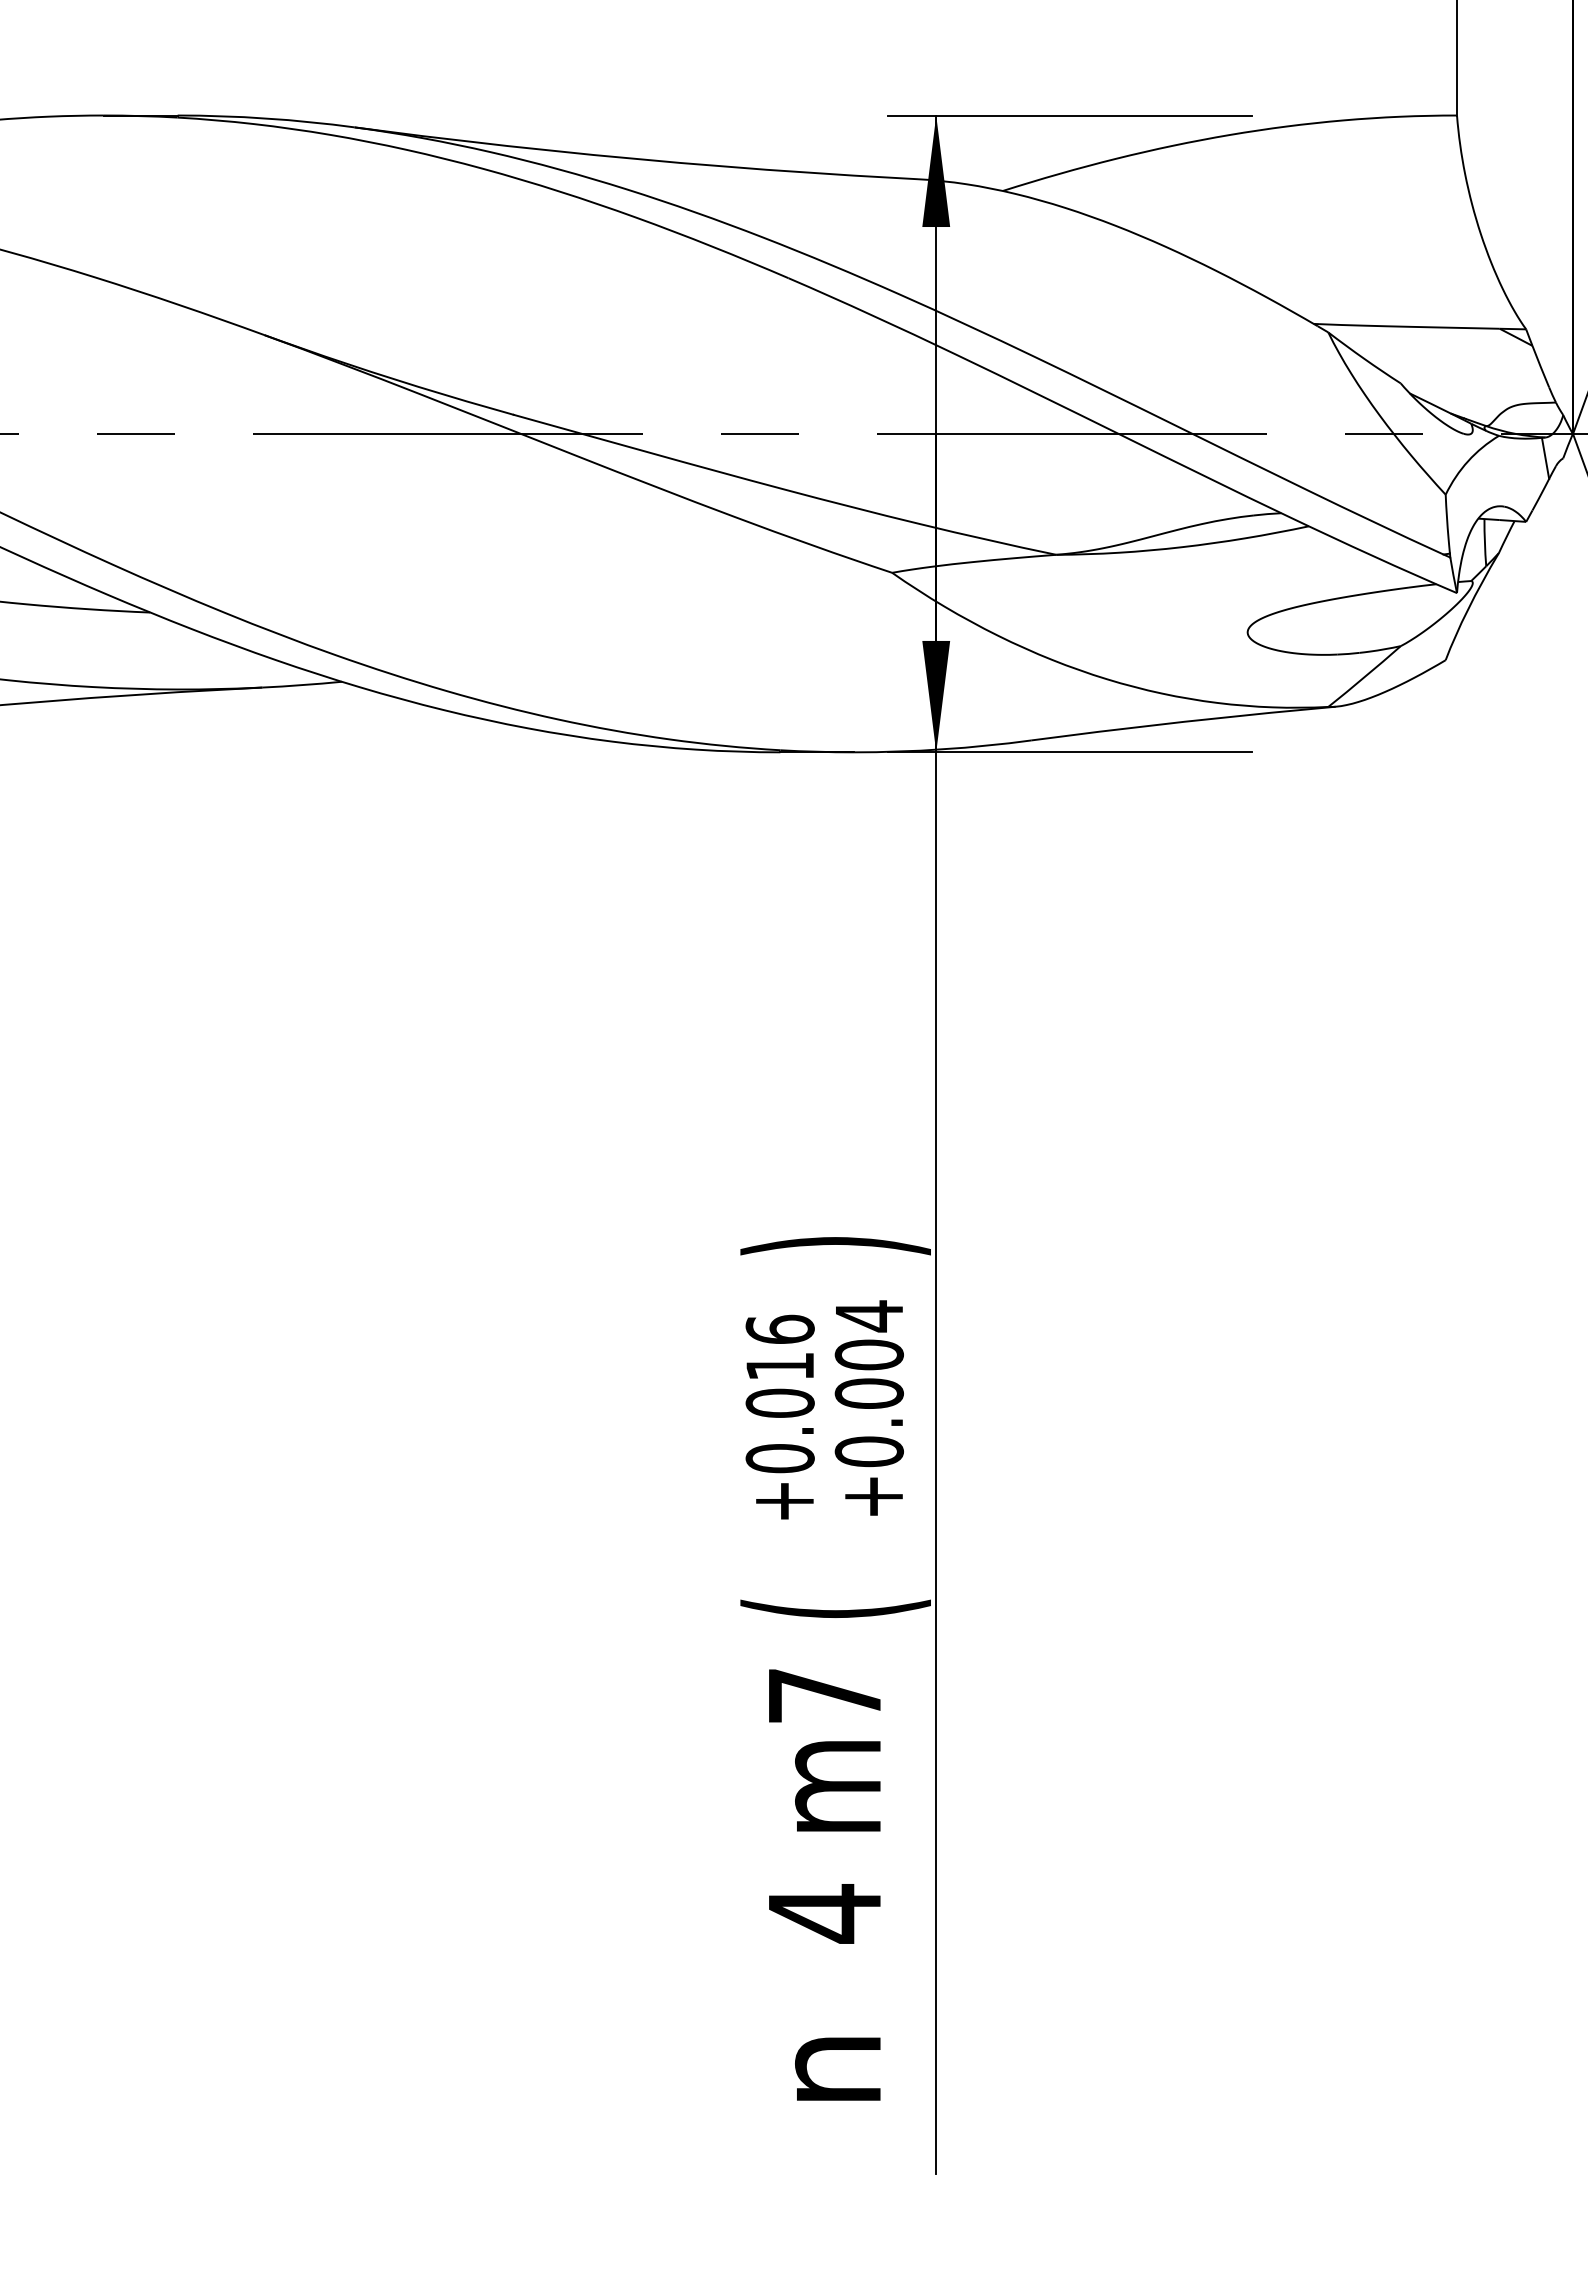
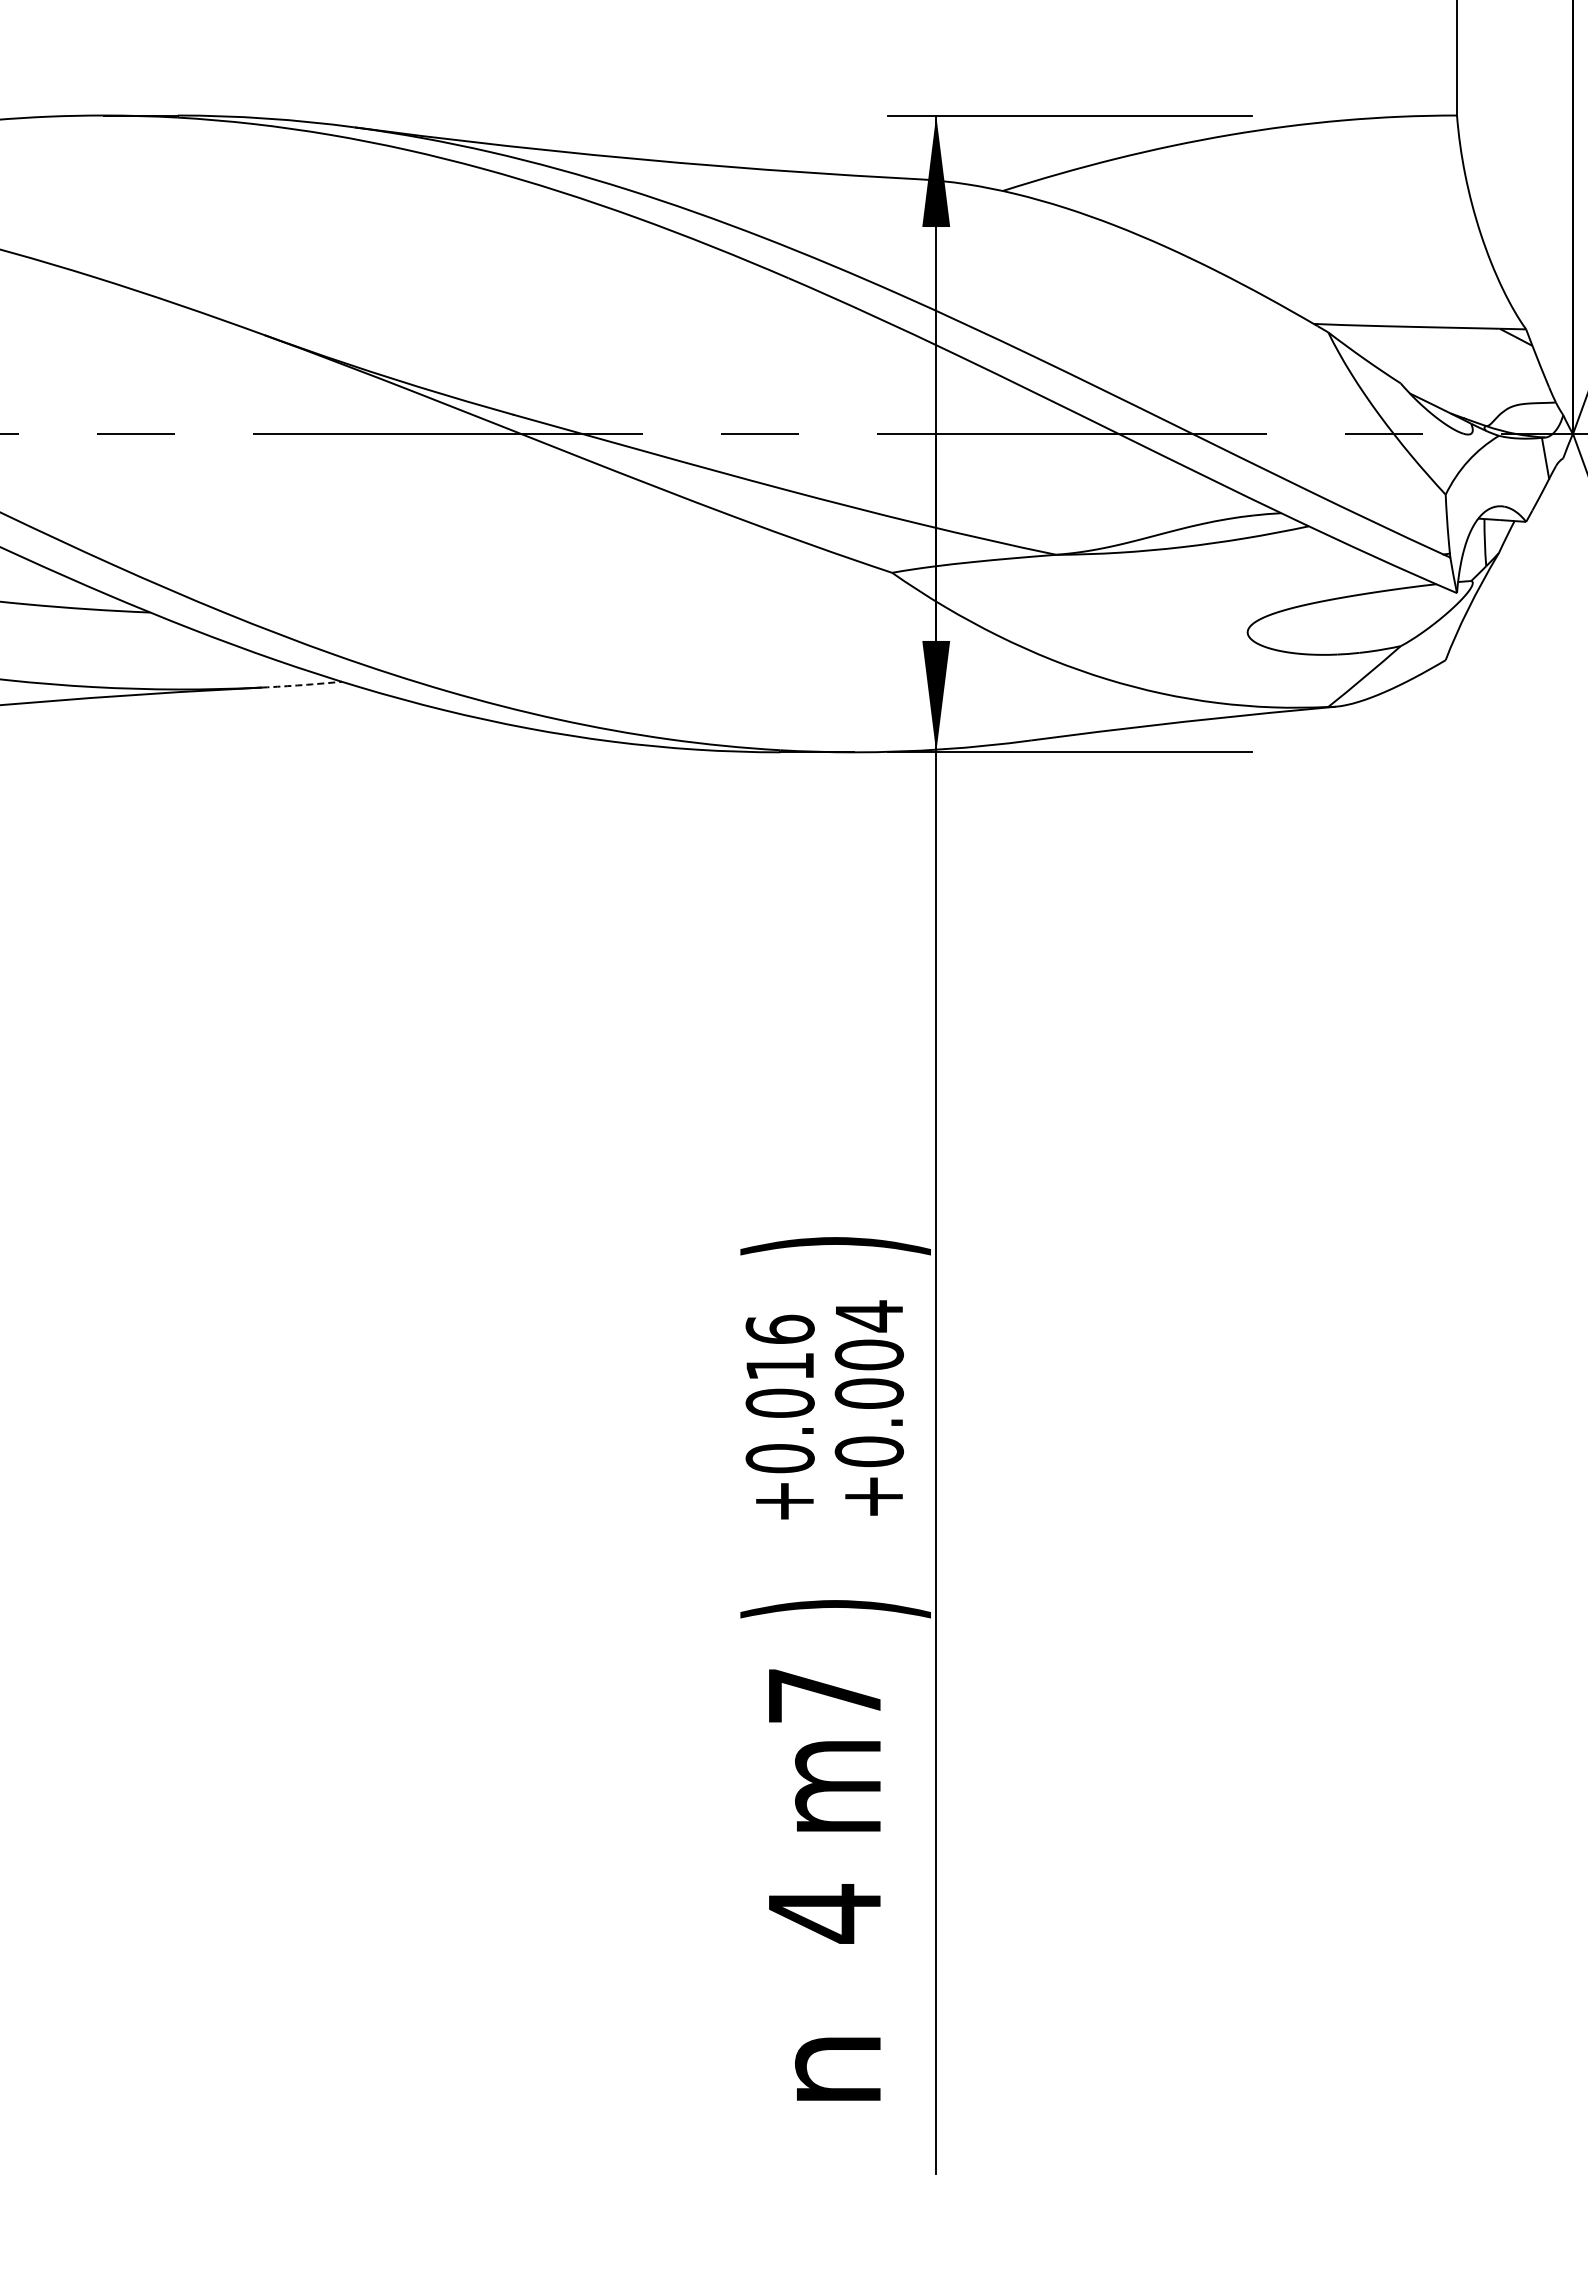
arc at (302, 685): solid -> dashed
text at (835, 1608): ( -> )
